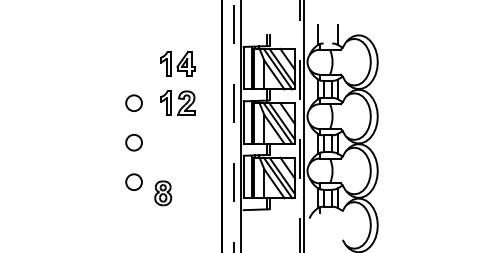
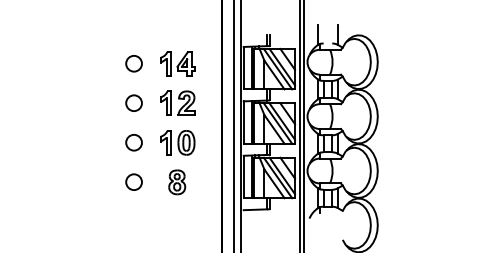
circle at (133, 63): none -> present
line at (233, 126): dashed -> solid
line at (299, 126): dashed -> solid
part at (177, 142): none -> present
part at (163, 193) position: (163, 193) -> (177, 182)
